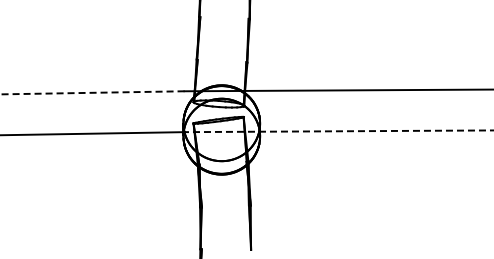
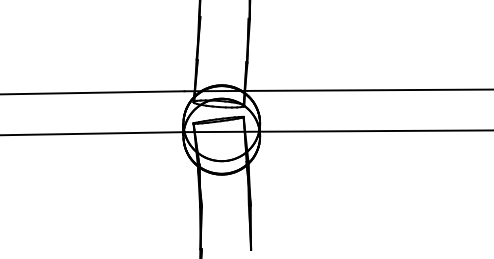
line at (92, 92): dashed -> solid
line at (339, 131): dashed -> solid
